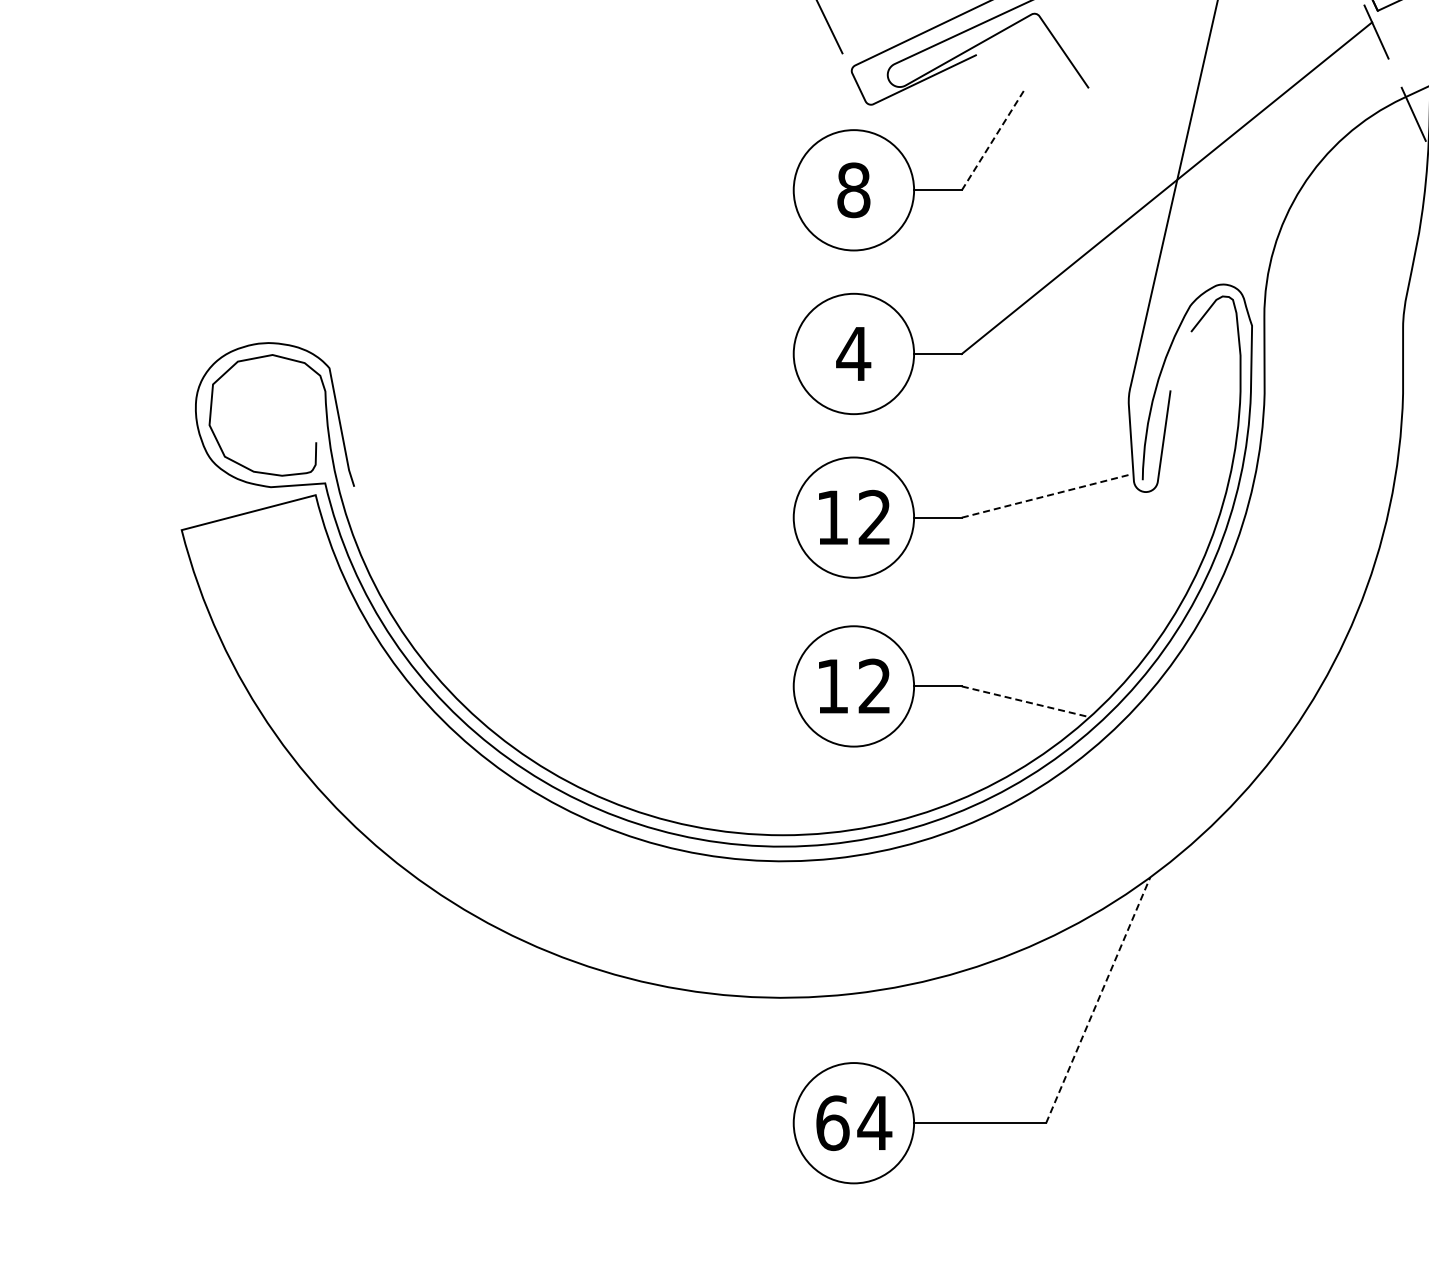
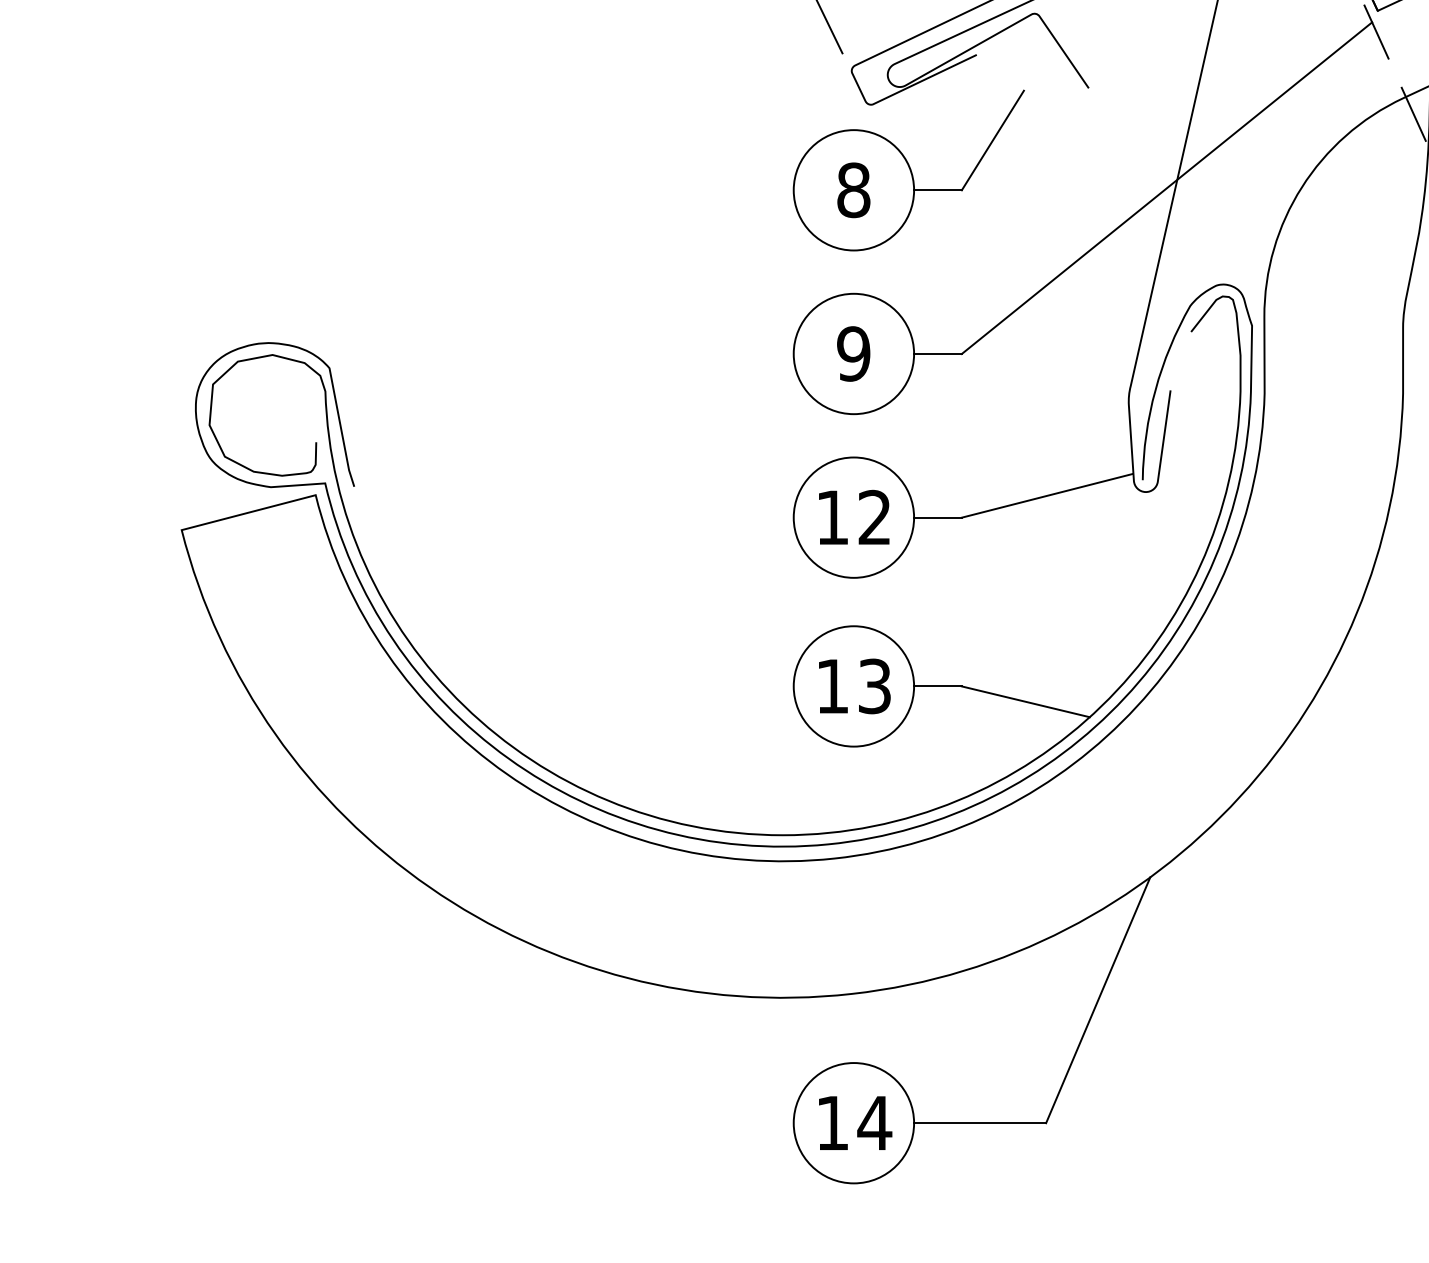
line at (992, 140): dashed -> solid
text at (853, 353): 4 -> 9
line at (1047, 495): dashed -> solid
text at (874, 686): 12 -> 13
line at (1025, 701): dashed -> solid
line at (1098, 1000): dashed -> solid
text at (832, 1123): 64 -> 14
